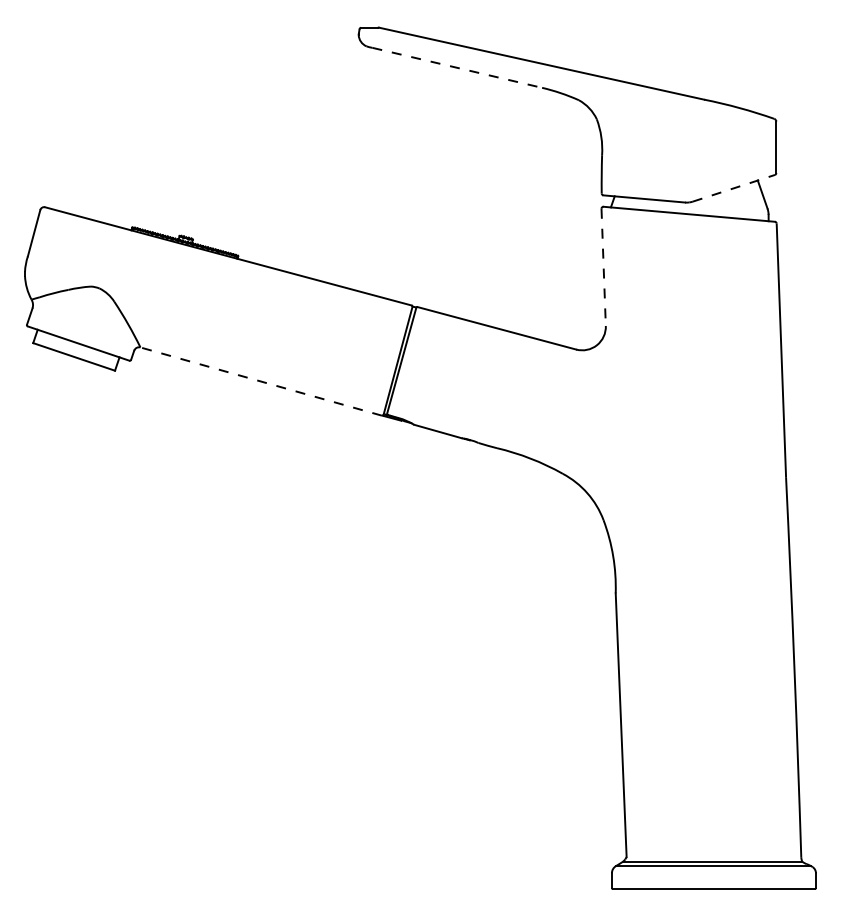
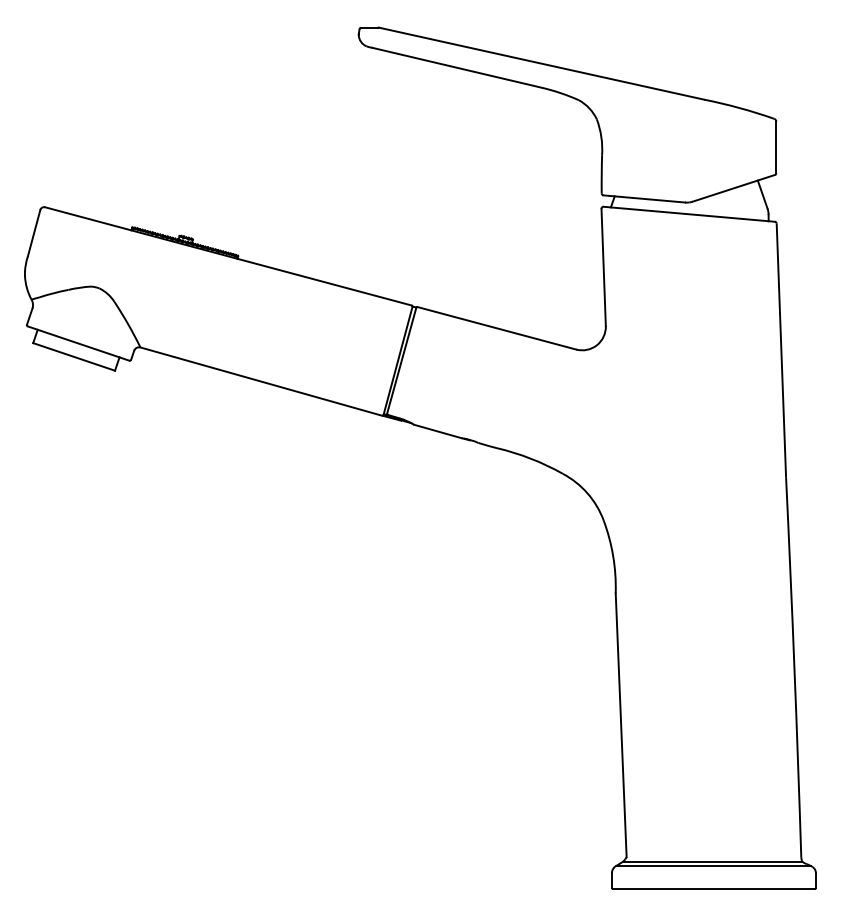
line at (457, 67): dashed -> solid
line at (734, 188): dashed -> solid
line at (603, 267): dashed -> solid
line at (260, 381): dashed -> solid
